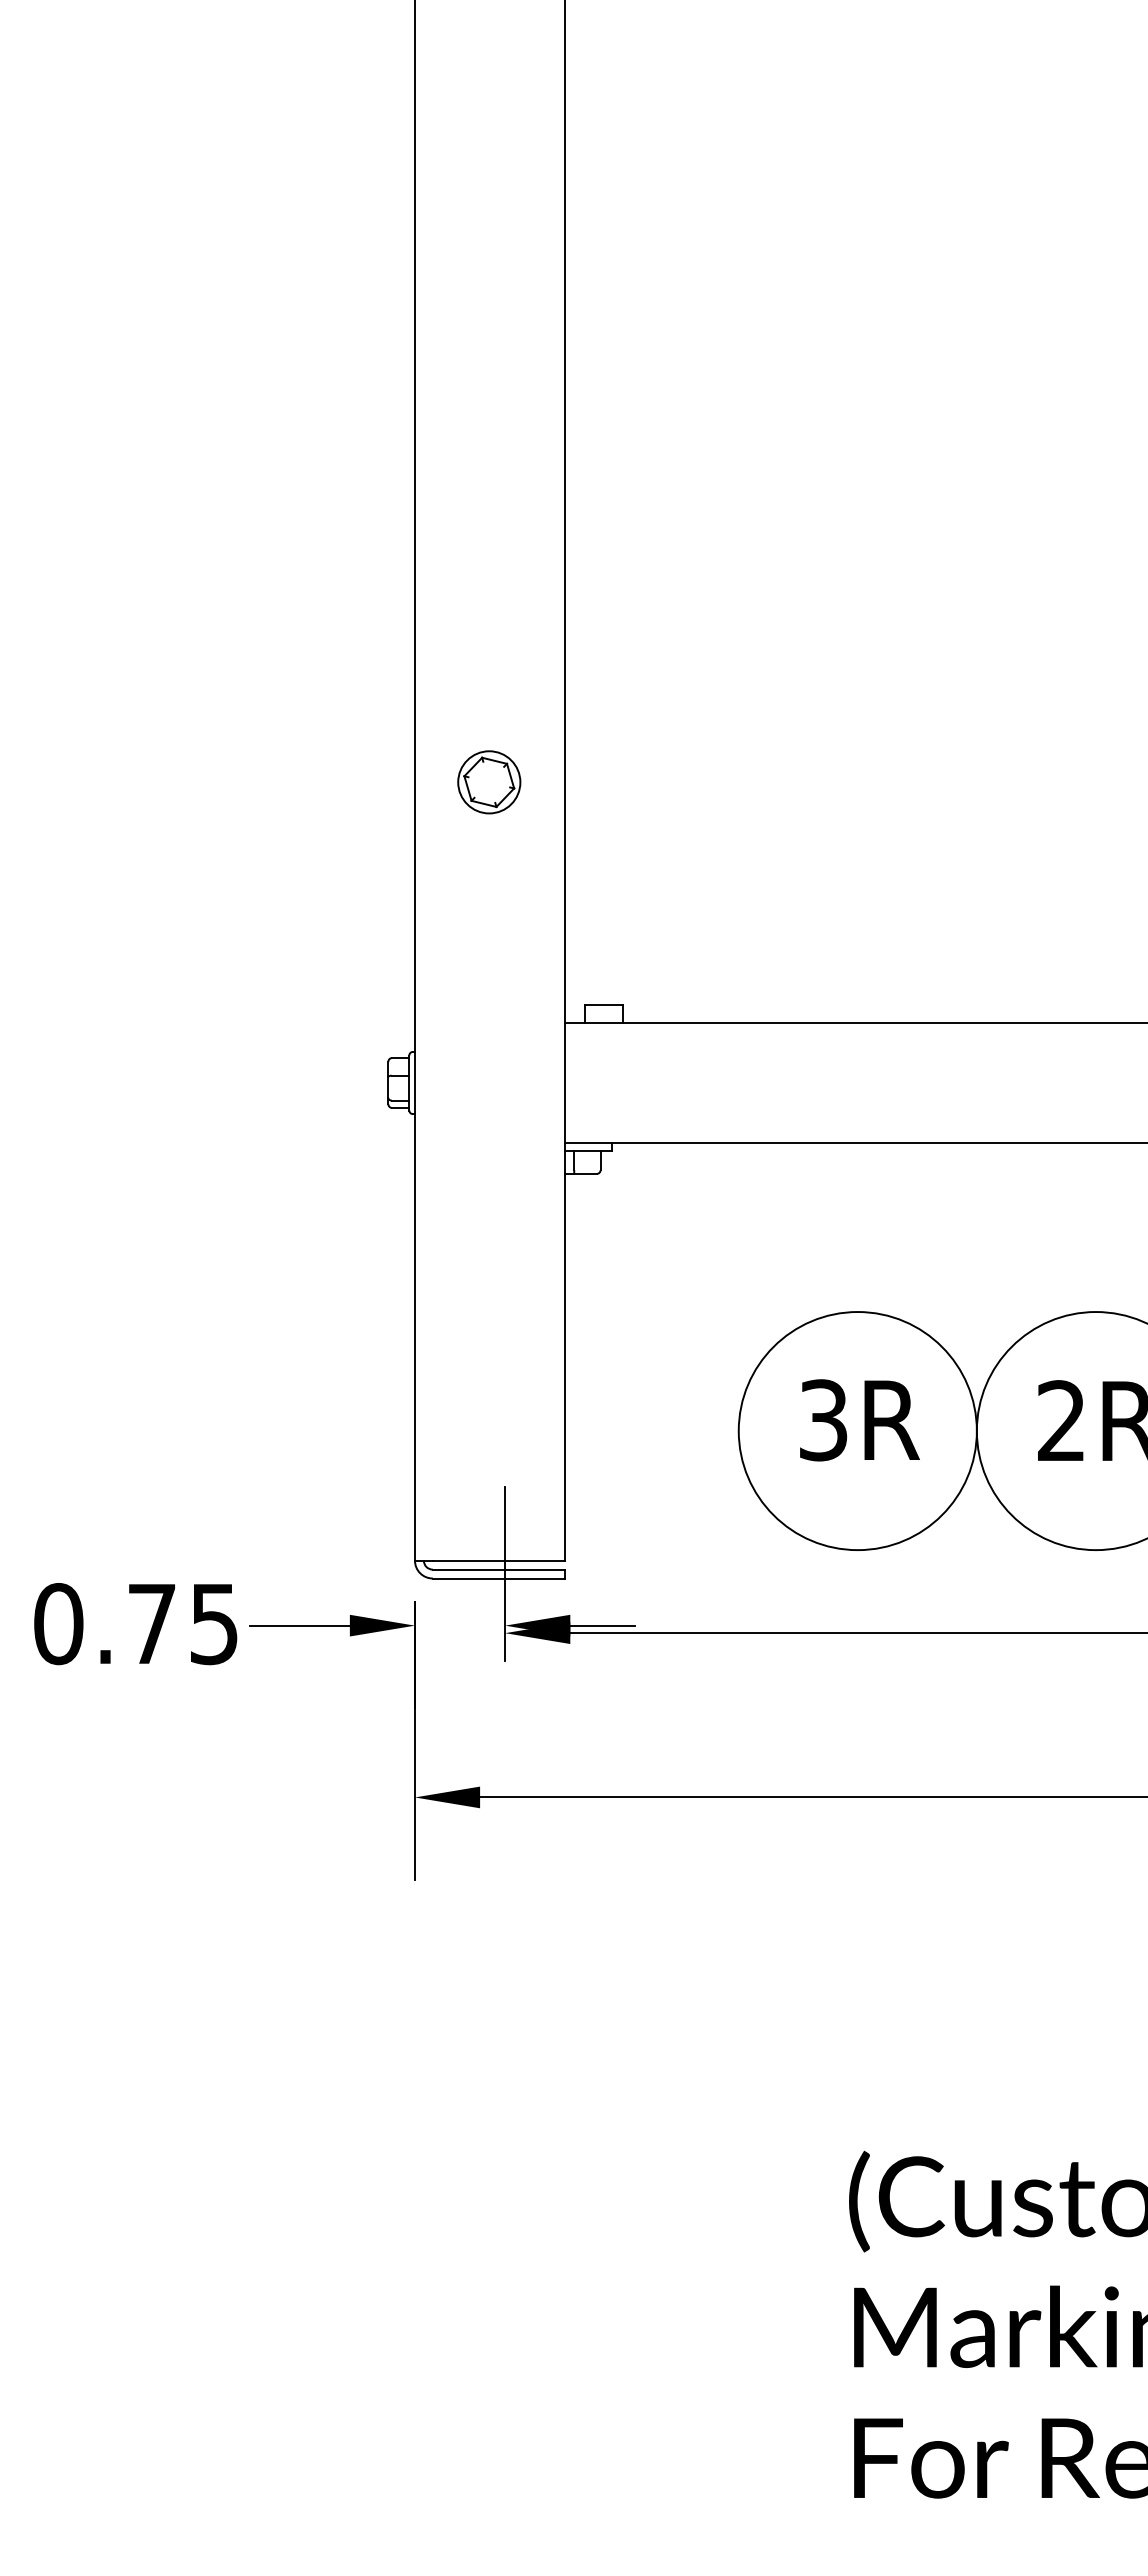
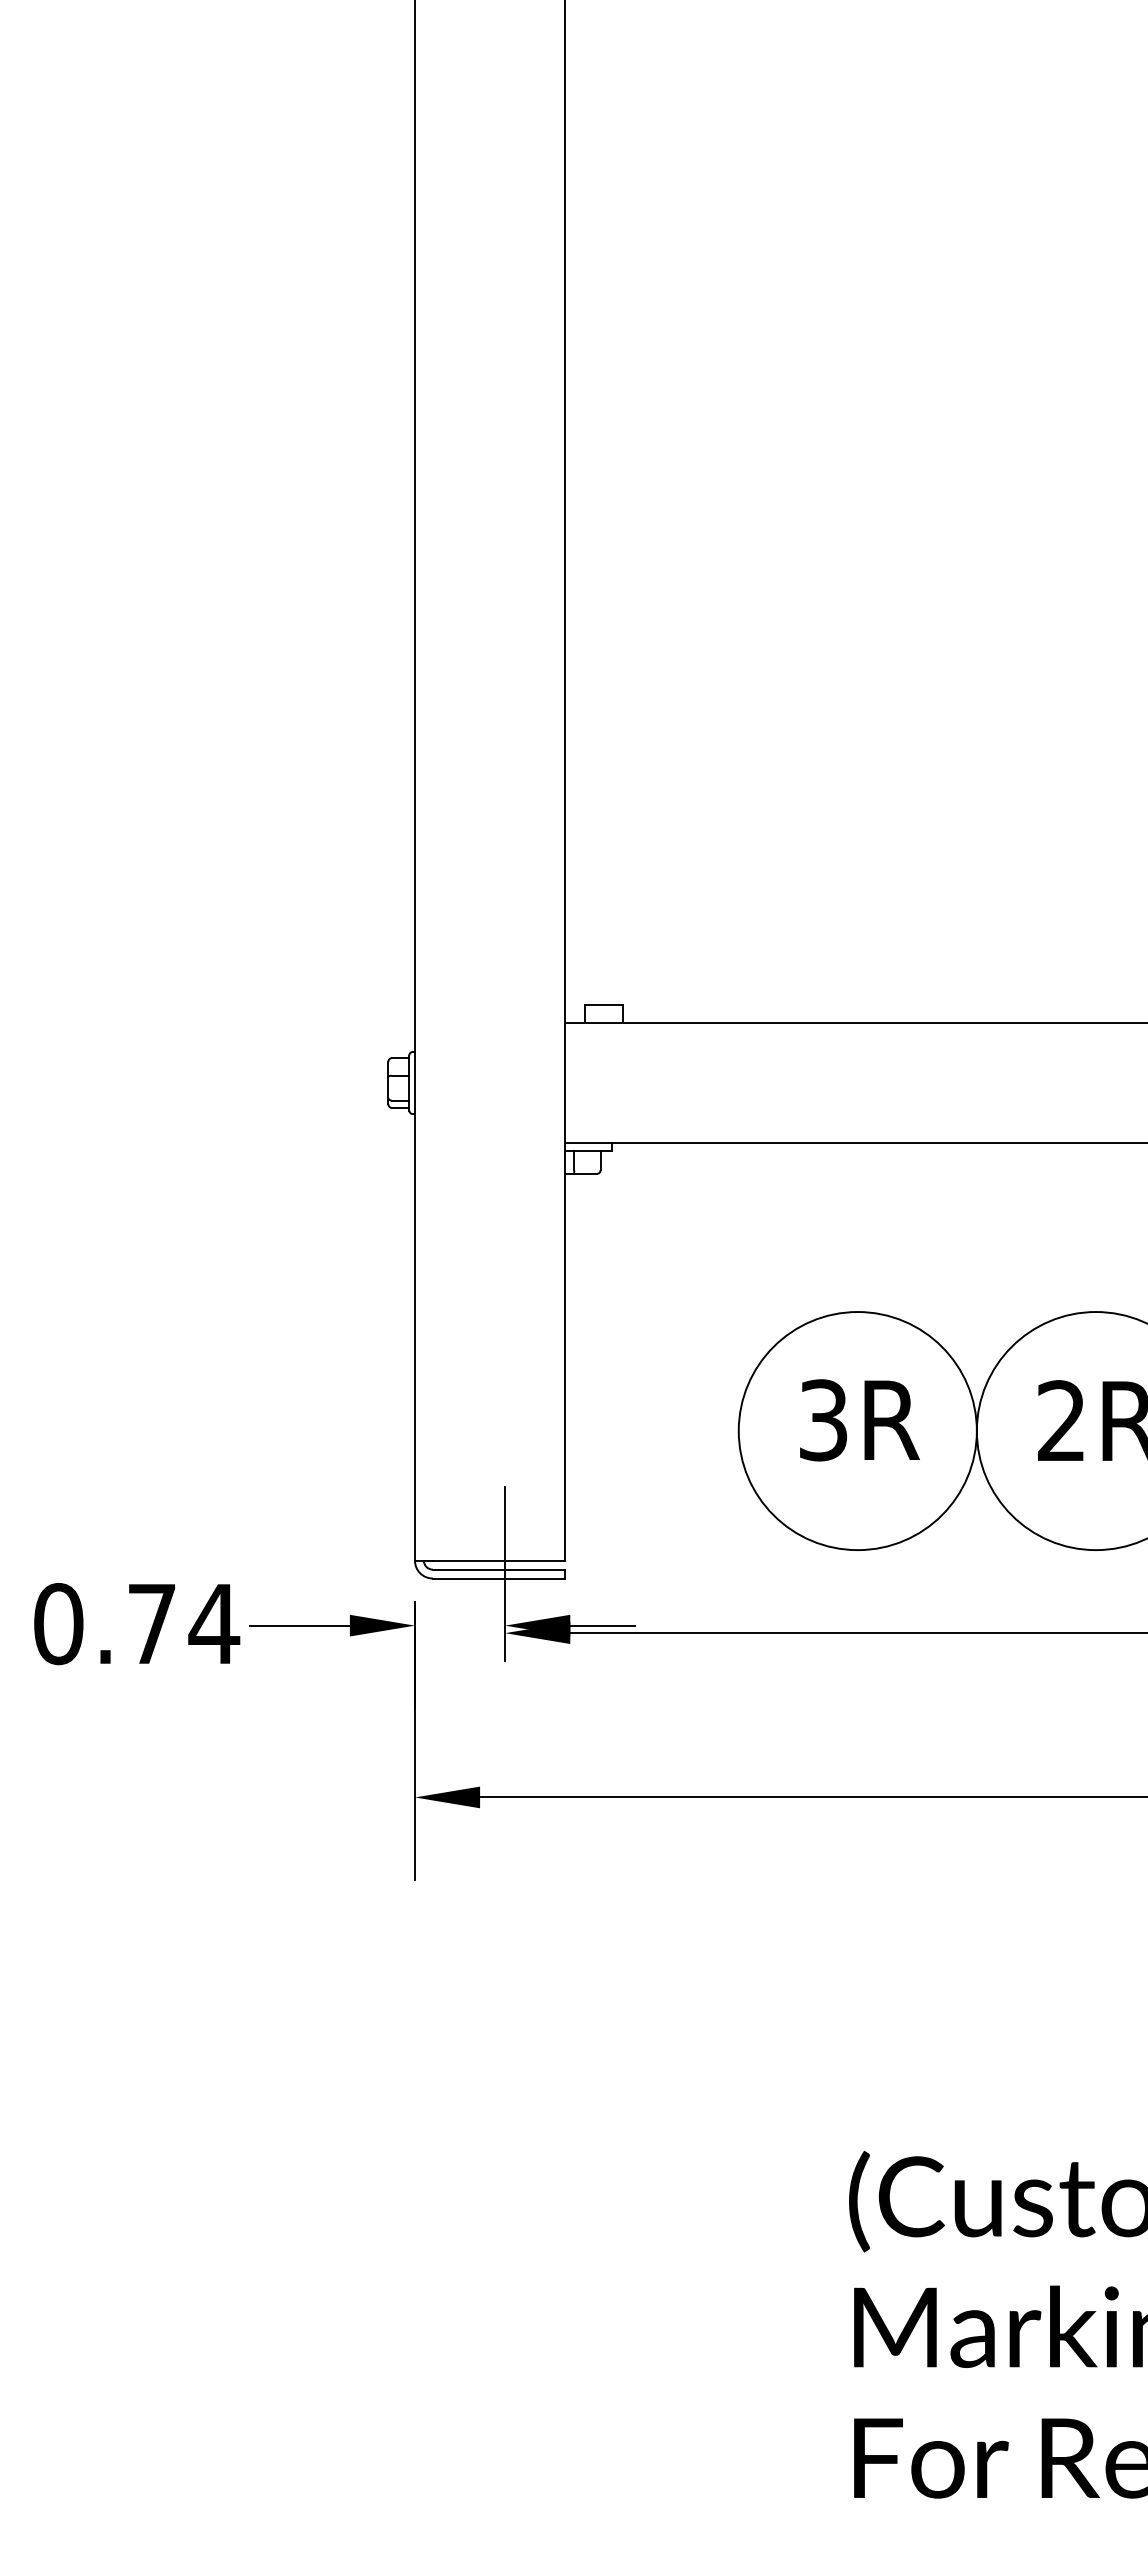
part at (489, 782): present -> none
text at (214, 1624): 0.75 -> 0.74
